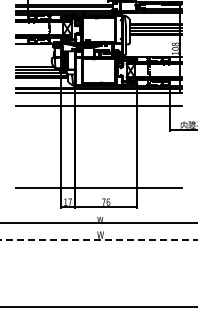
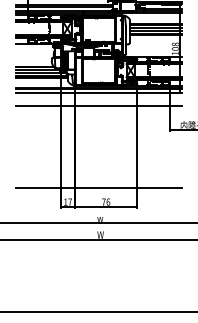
line at (98, 239): dashed -> solid
line at (98, 306) position: (98, 306) -> (98, 311)
